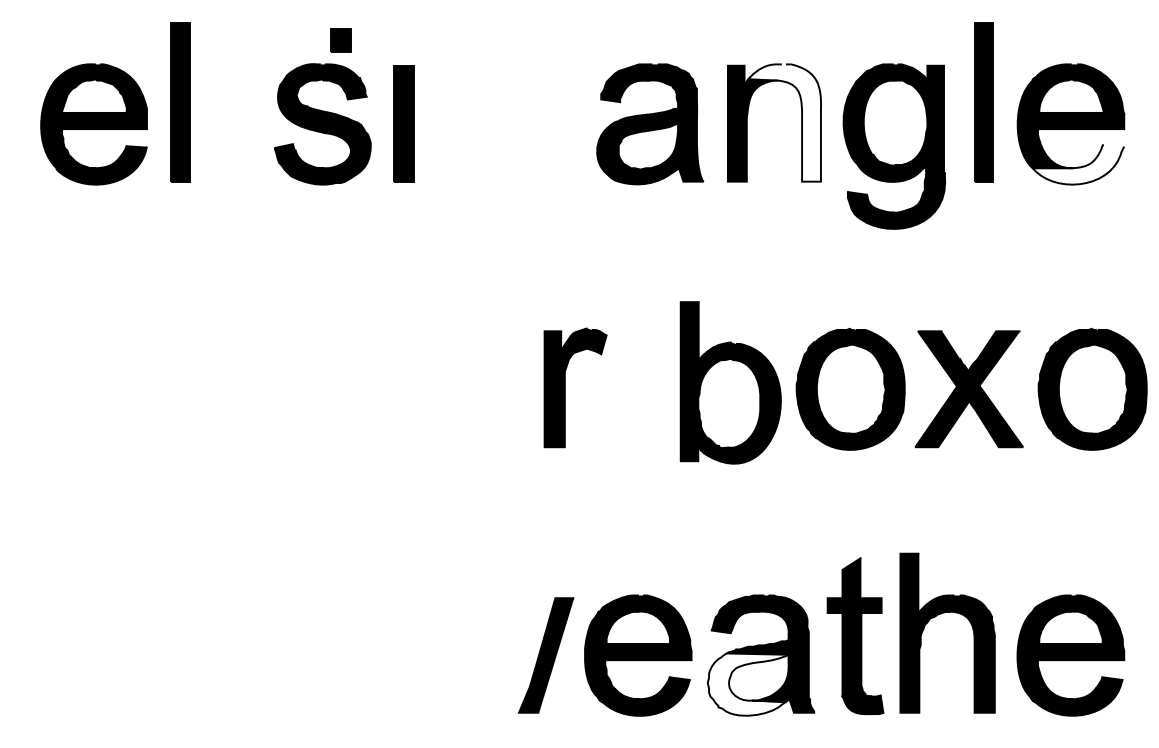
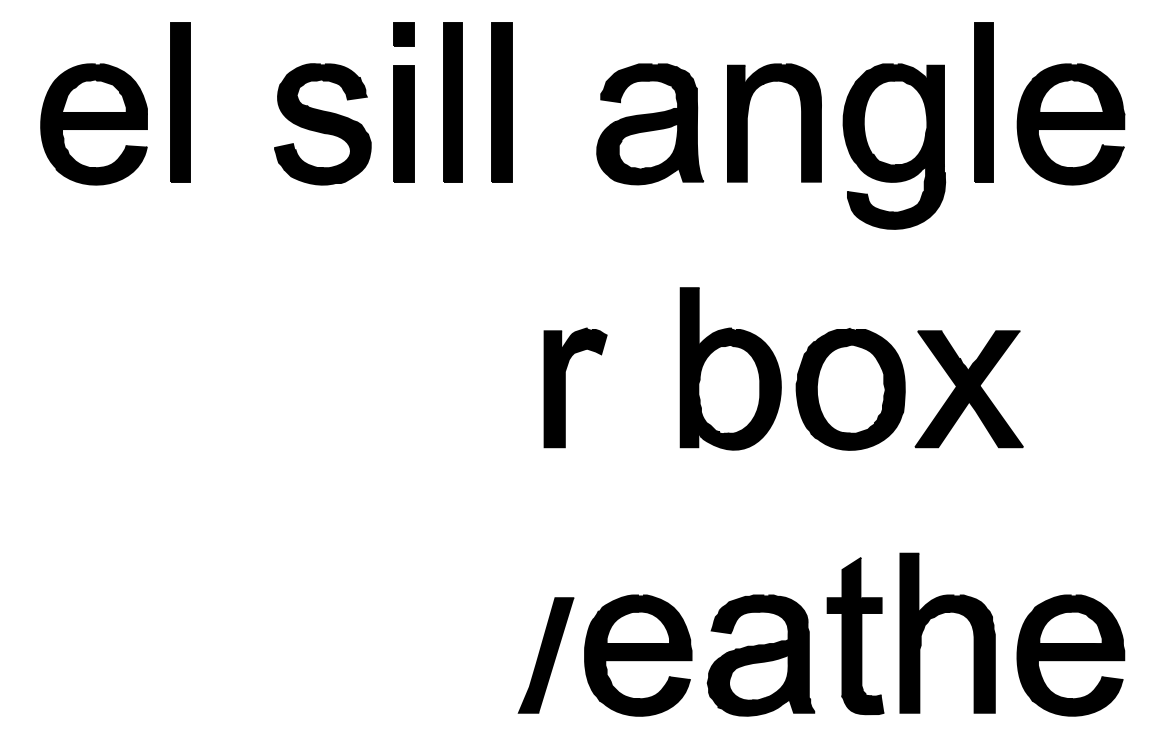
part at (340, 40) position: (340, 40) -> (403, 34)
part at (452, 102): none -> present
part at (501, 102): none -> present
fill at (784, 122): none -> present
fill at (1078, 164): none -> present
part at (730, 382) position: (730, 382) -> (730, 368)
part at (1092, 389): present -> none
fill at (747, 684): none -> present
